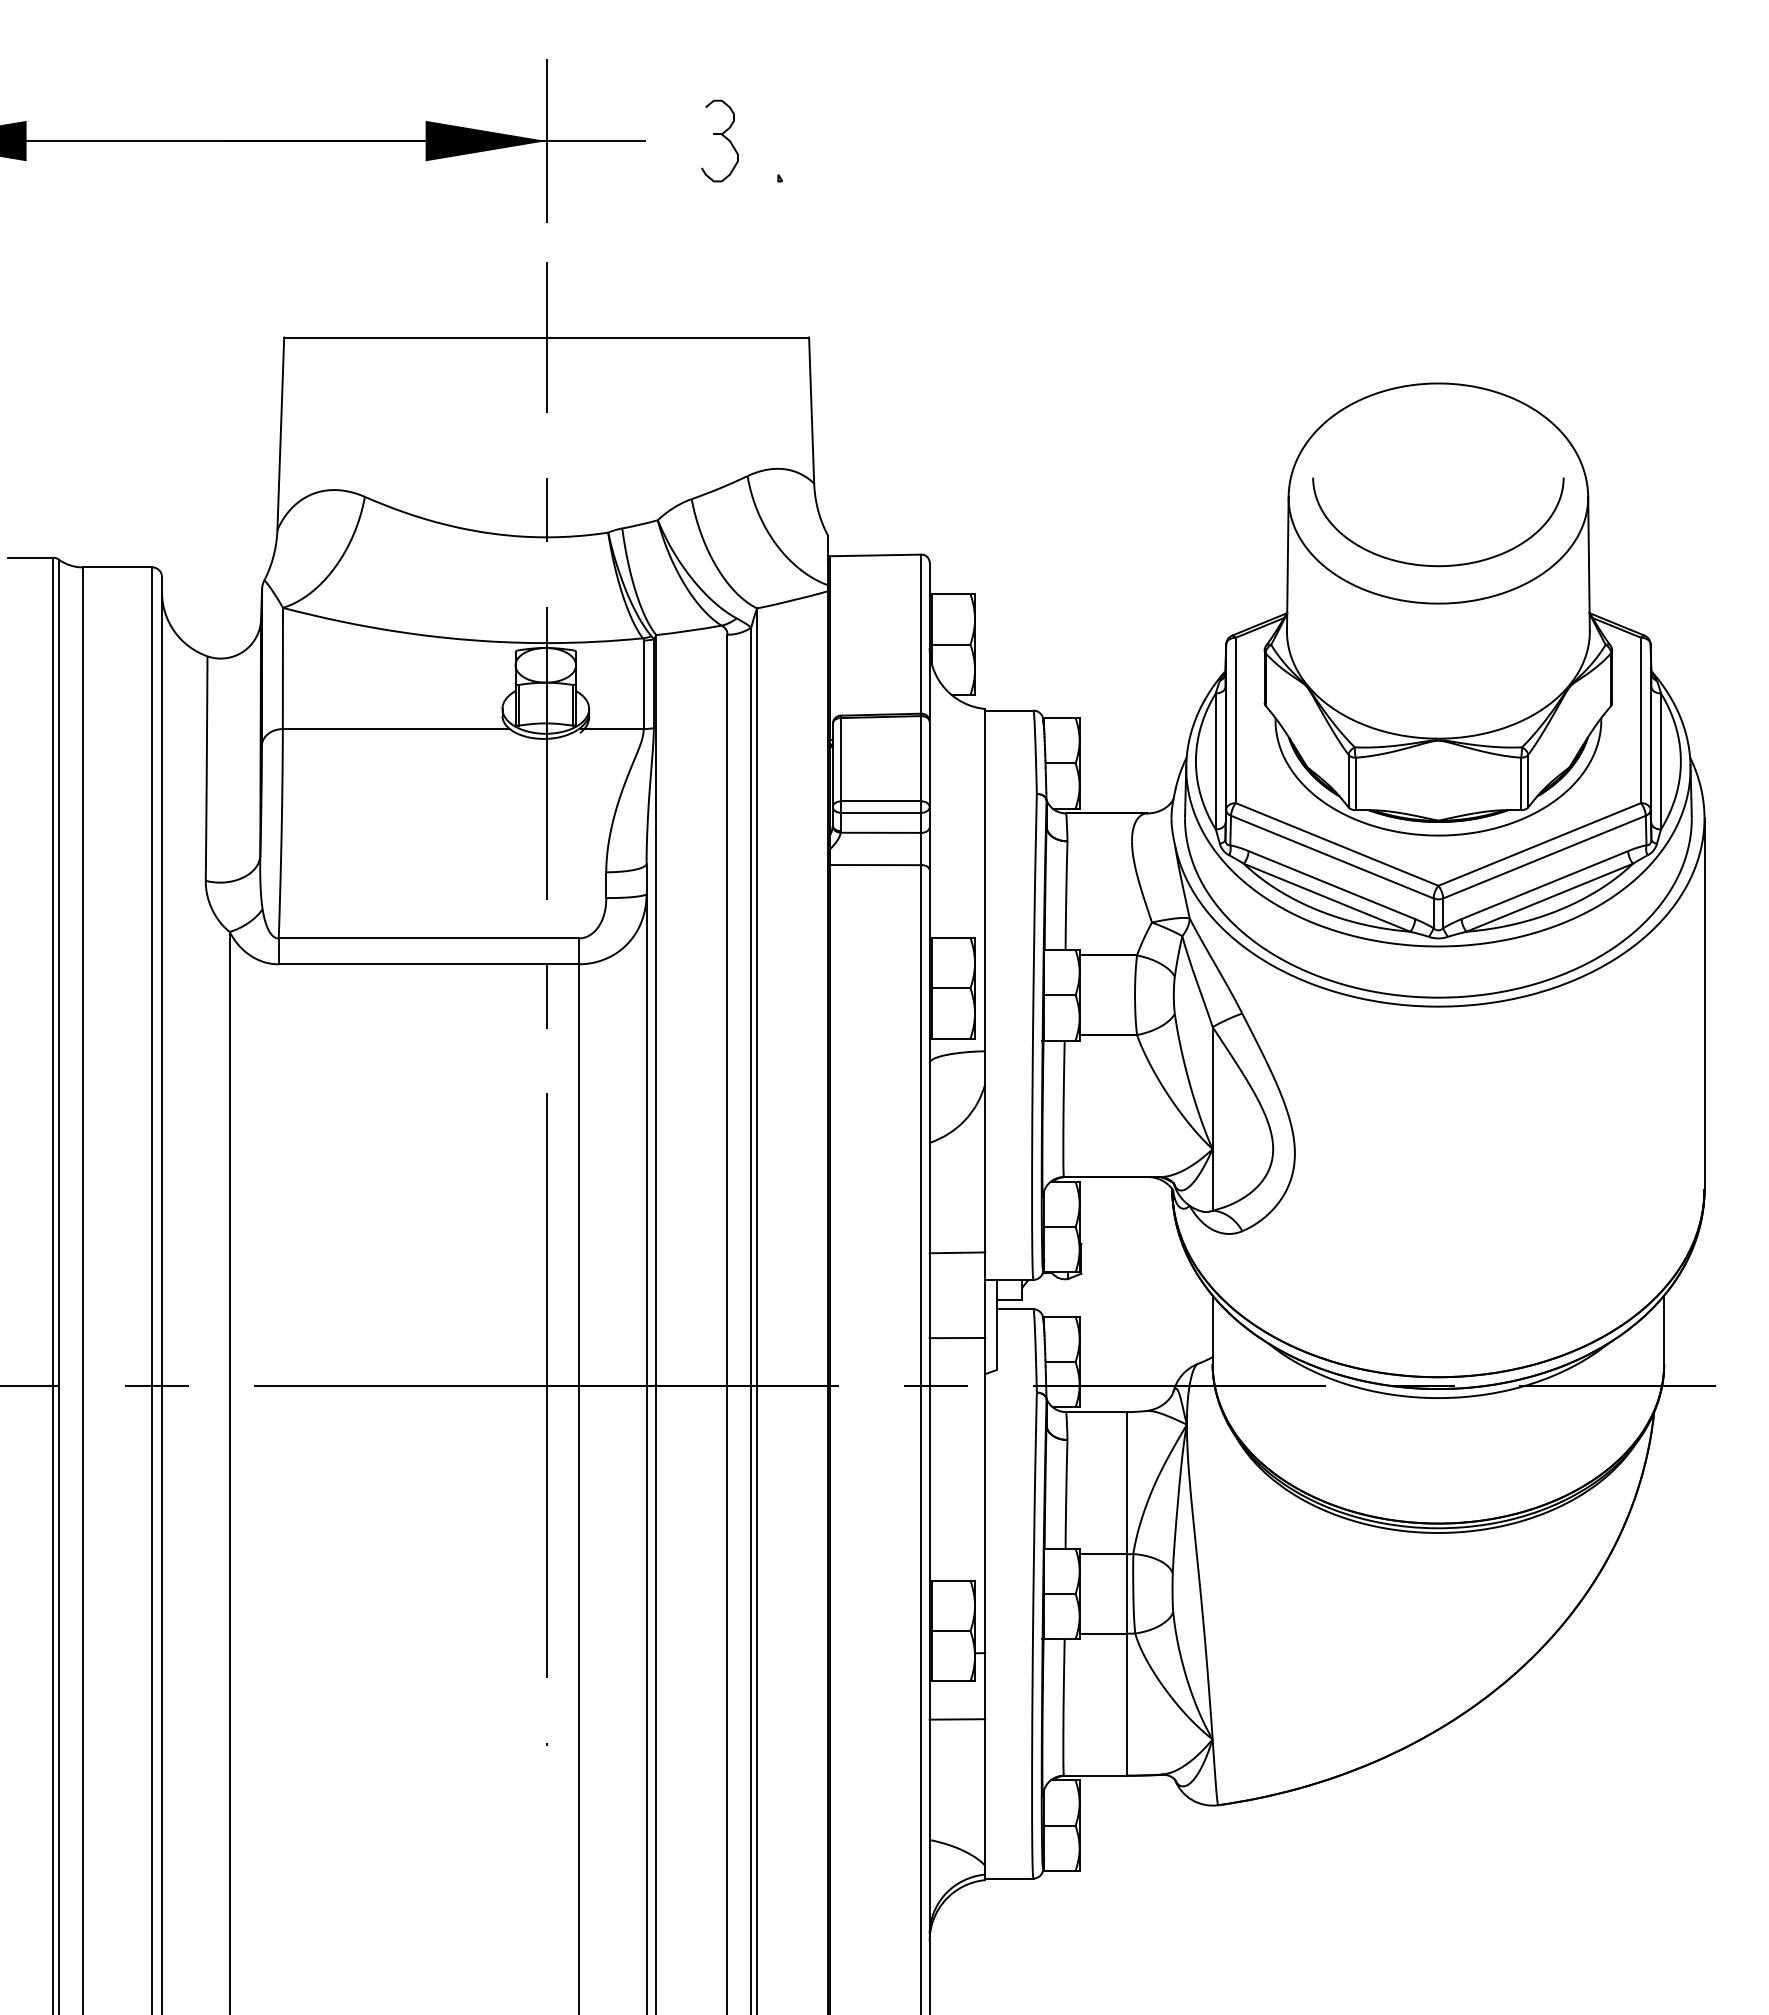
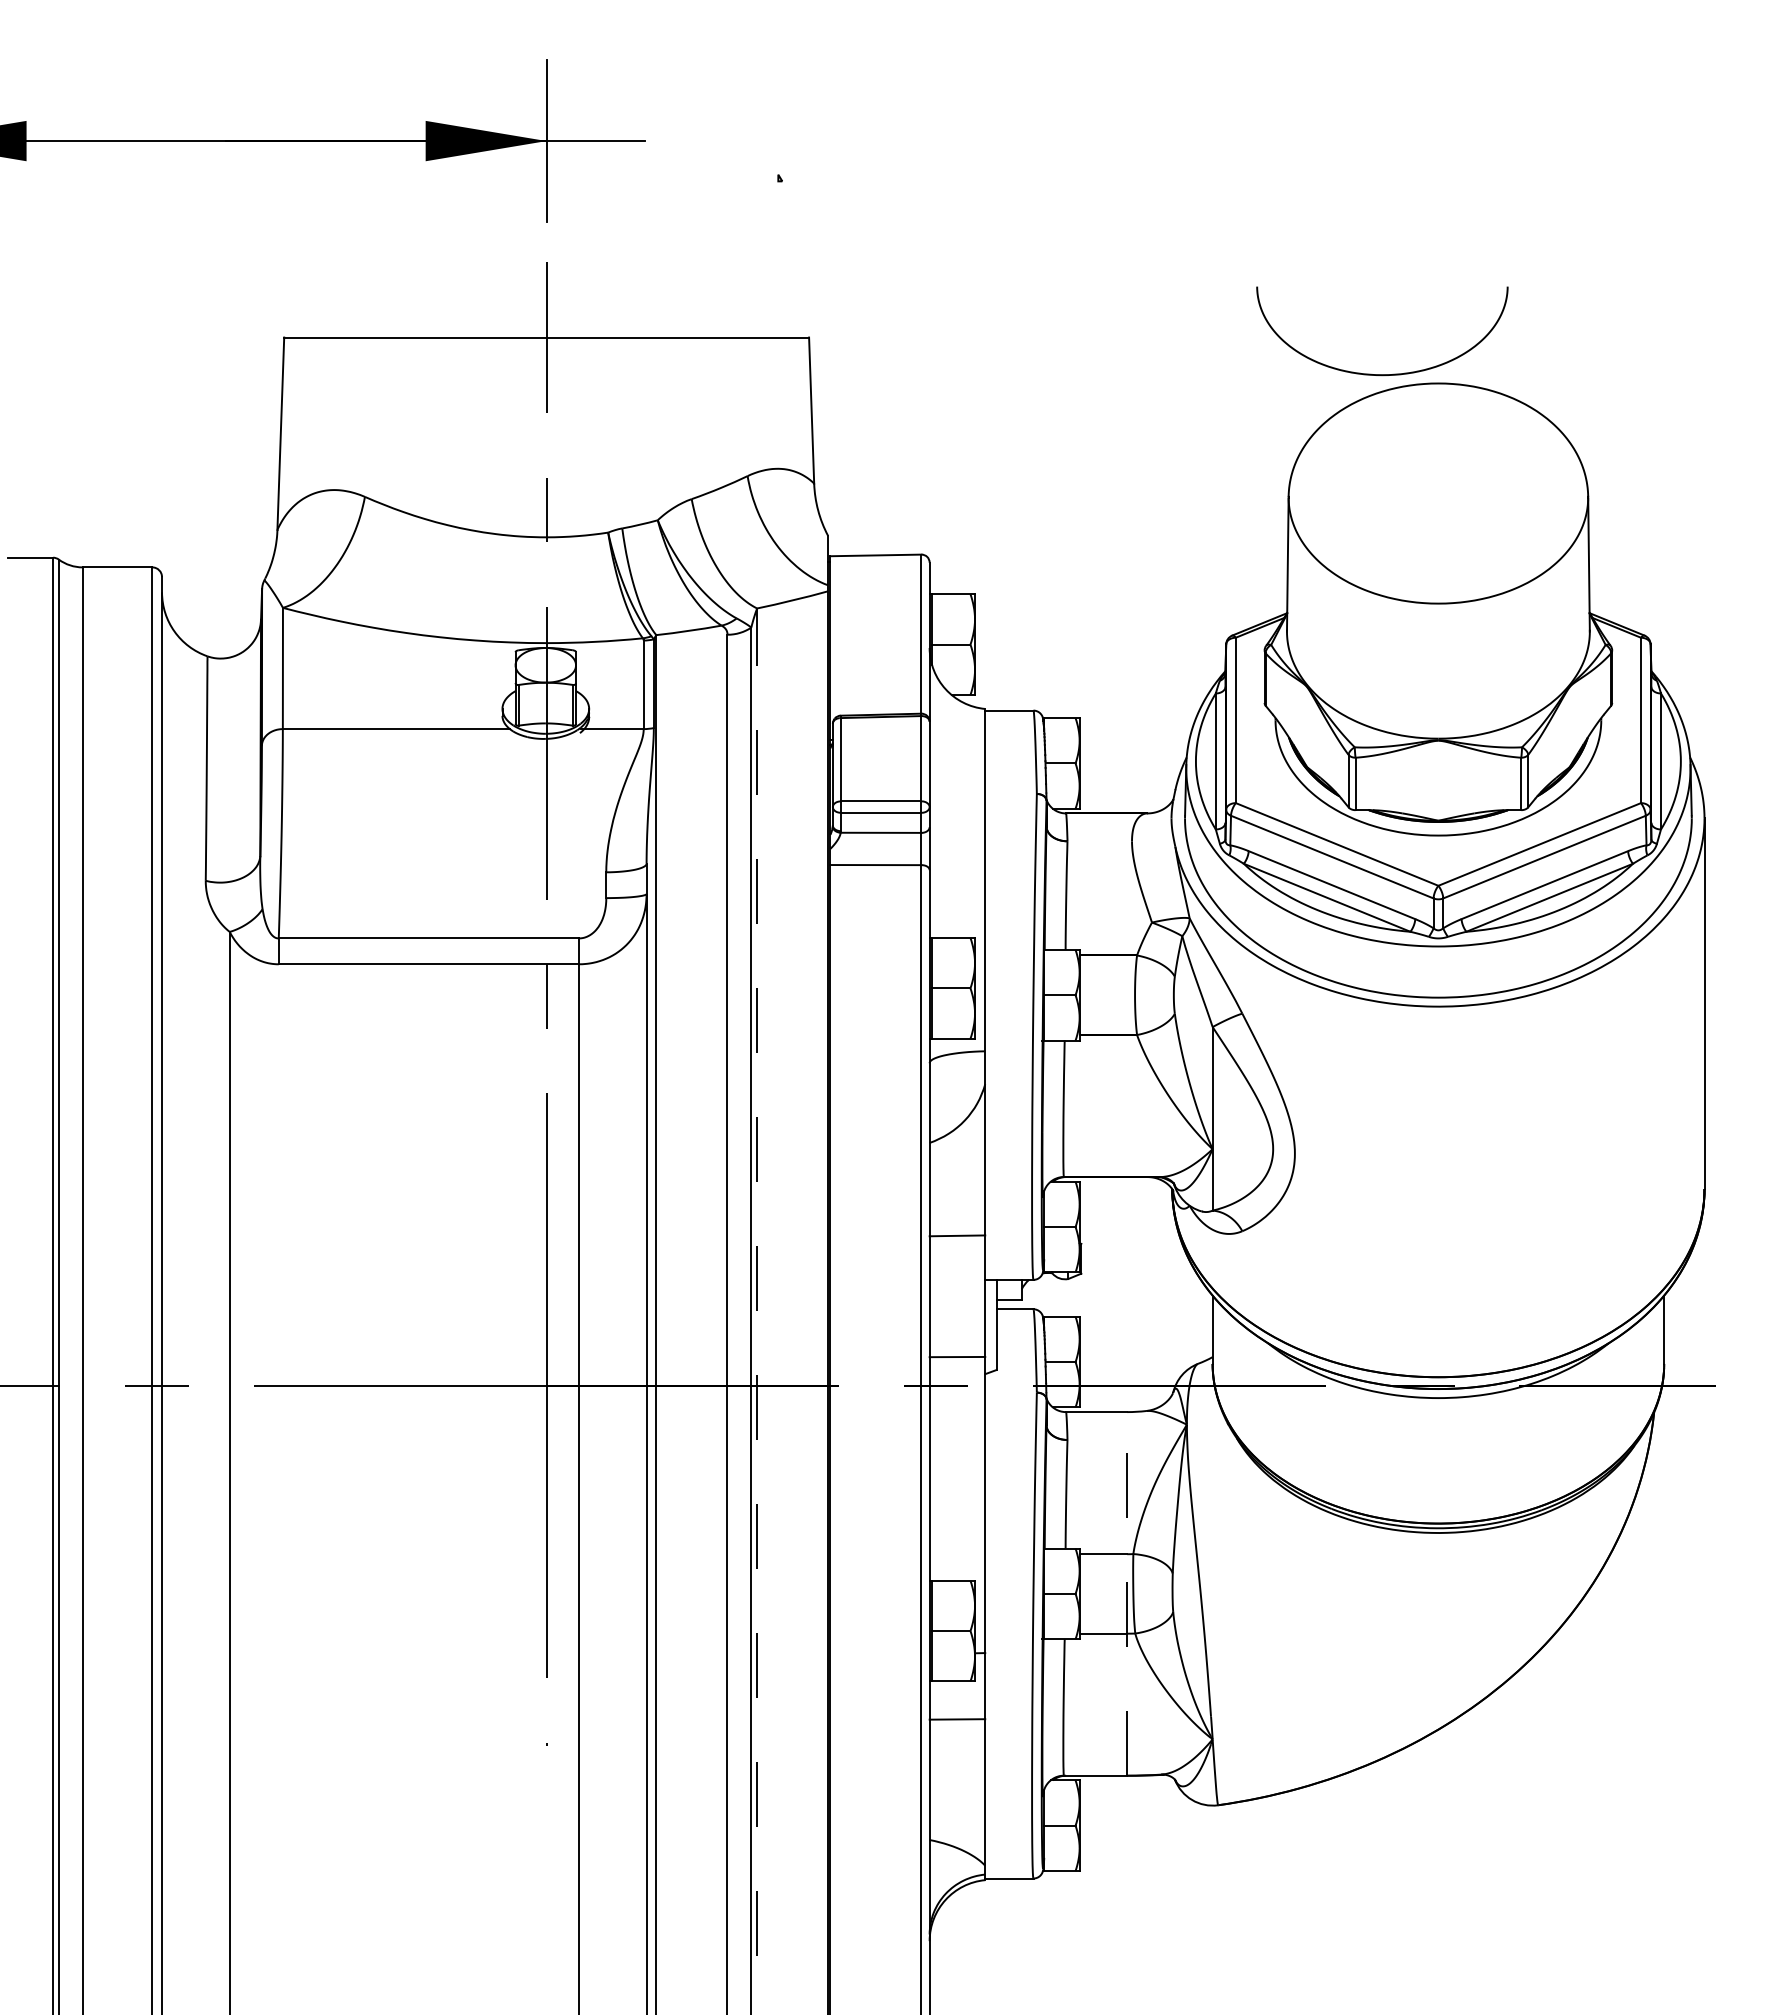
part at (719, 140): present -> none
curve at (1438, 565) position: (1438, 565) -> (1382, 374)
line at (957, 1252) position: (957, 1252) -> (957, 1235)
line at (757, 1311): solid -> dashed
line at (957, 1337) position: (957, 1337) -> (957, 1356)
line at (1127, 1593): solid -> dashed
